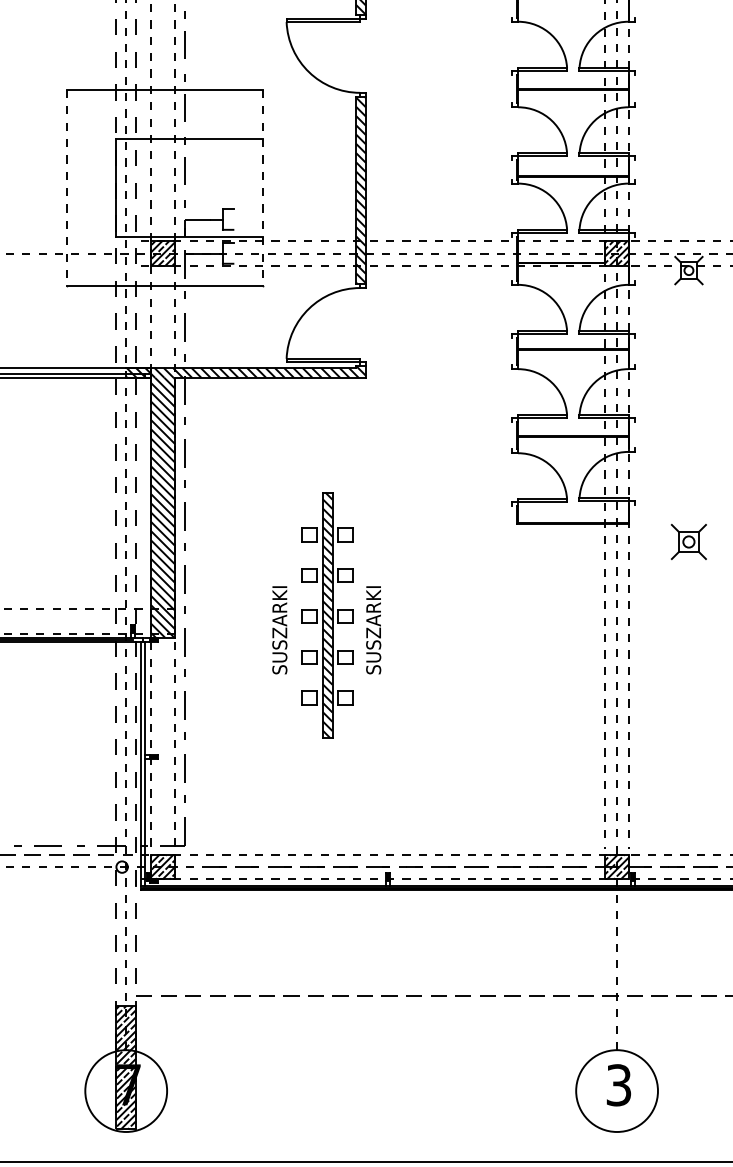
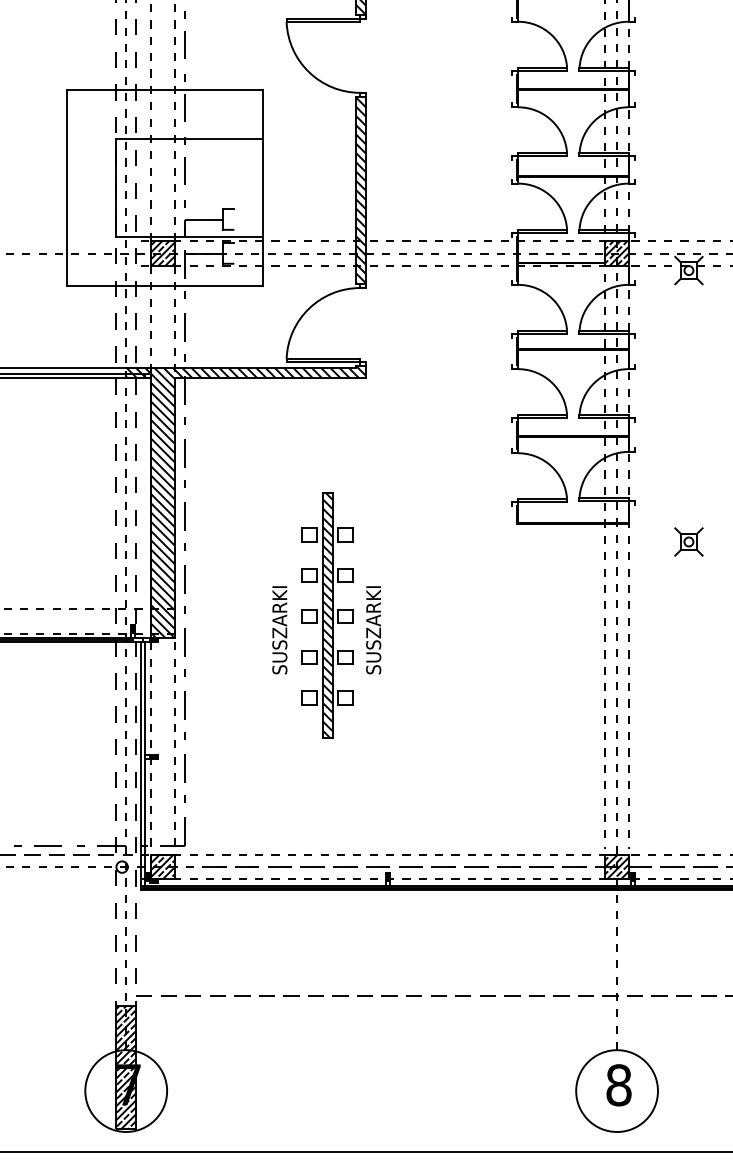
line at (66, 188): dashed -> solid
line at (263, 188): dashed -> solid
part at (688, 541) size: 37x37 px -> 30x30 px
text at (618, 1085): 3 -> 8
line at (365, 1161) position: (365, 1161) -> (365, 1151)
